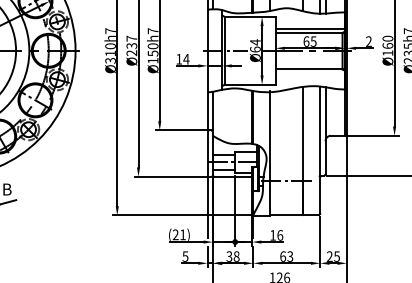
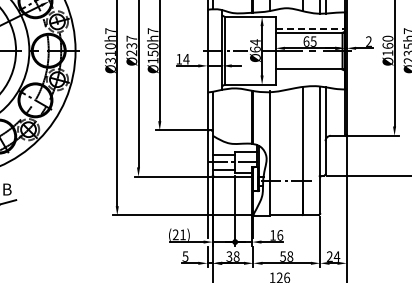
line at (310, 28): solid -> dashed
text at (286, 256): 63 -> 58
text at (336, 256): 25 -> 24
